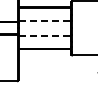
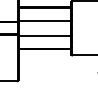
line at (45, 20): dashed -> solid
line at (45, 35): dashed -> solid
